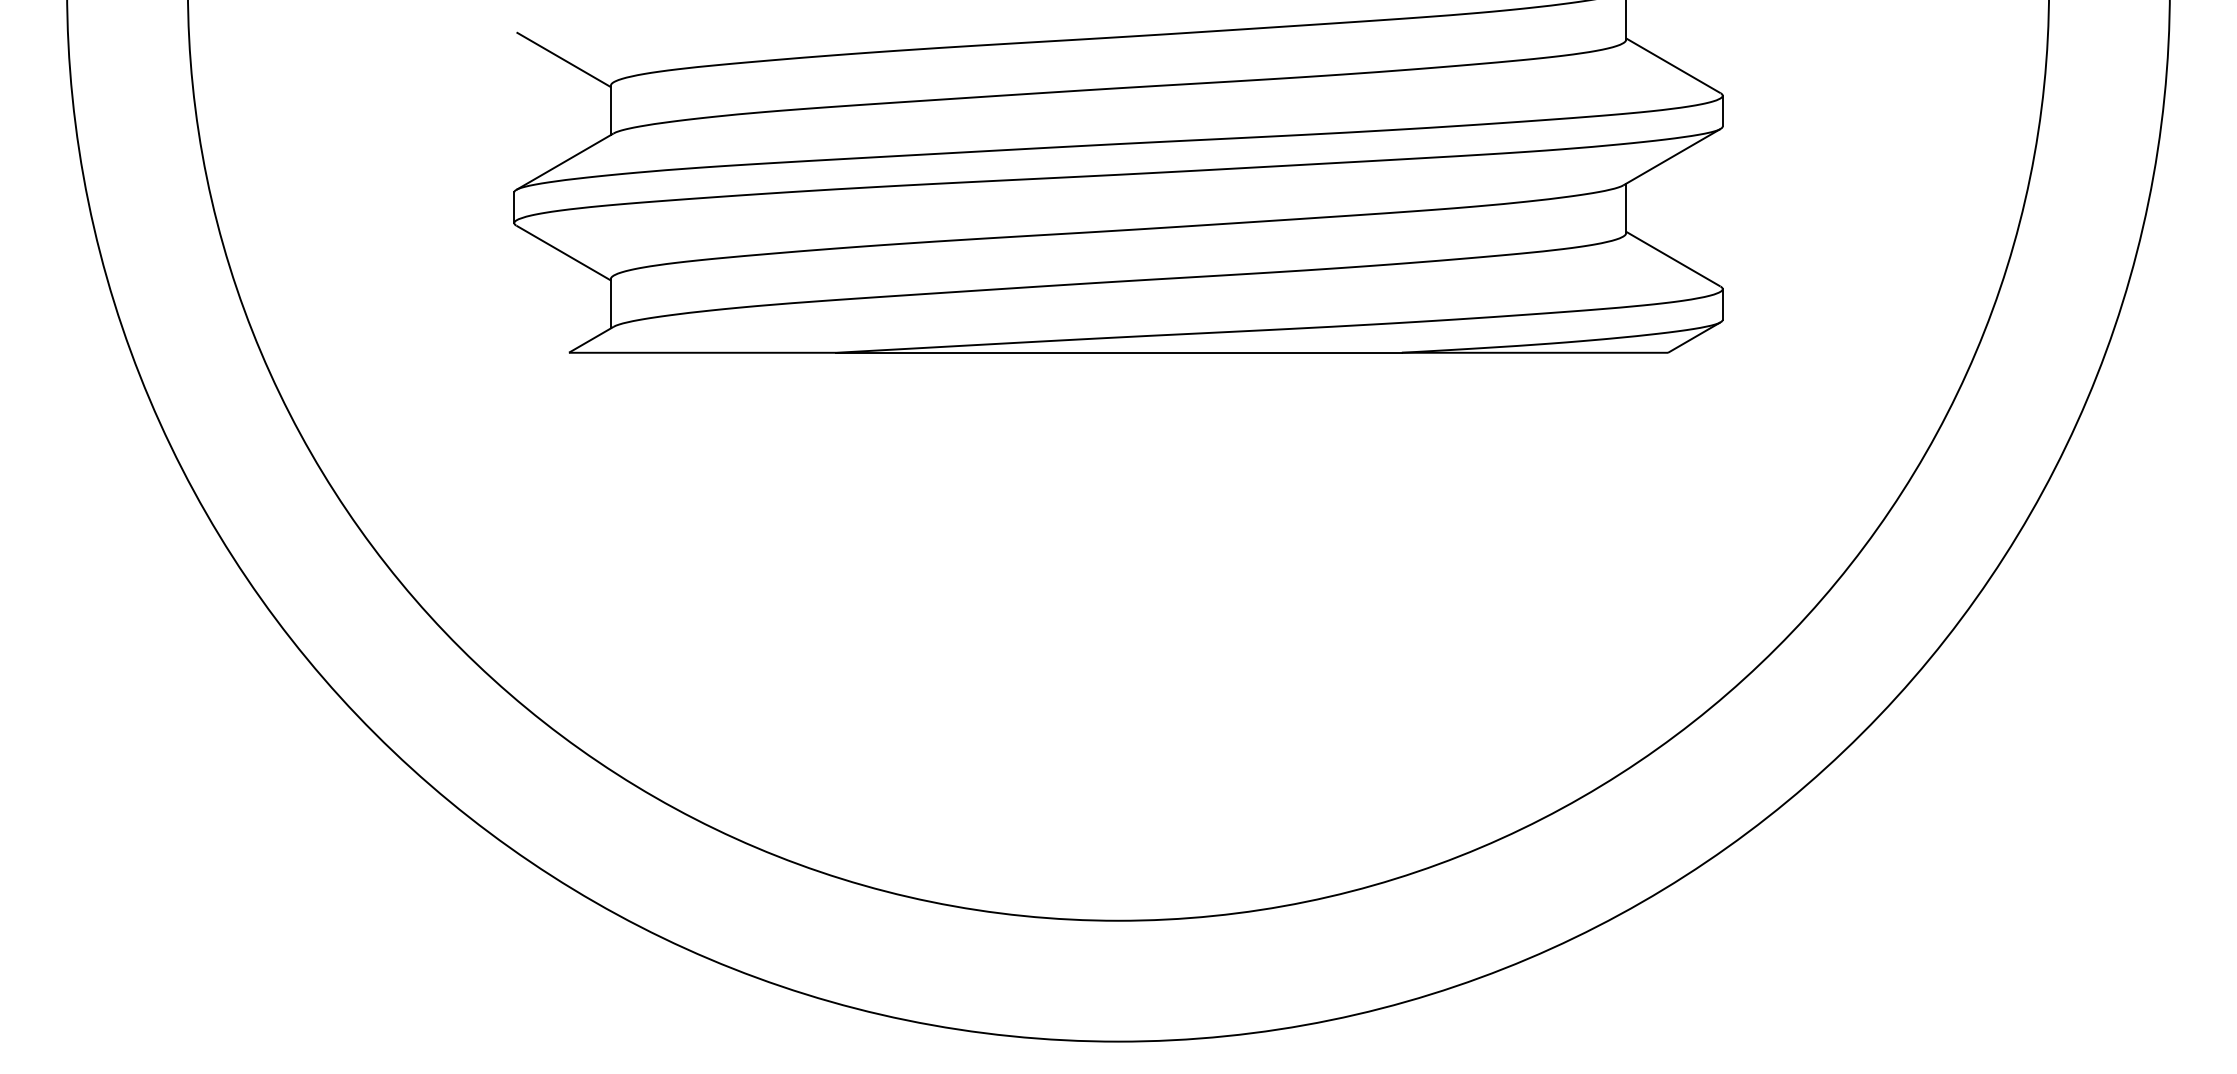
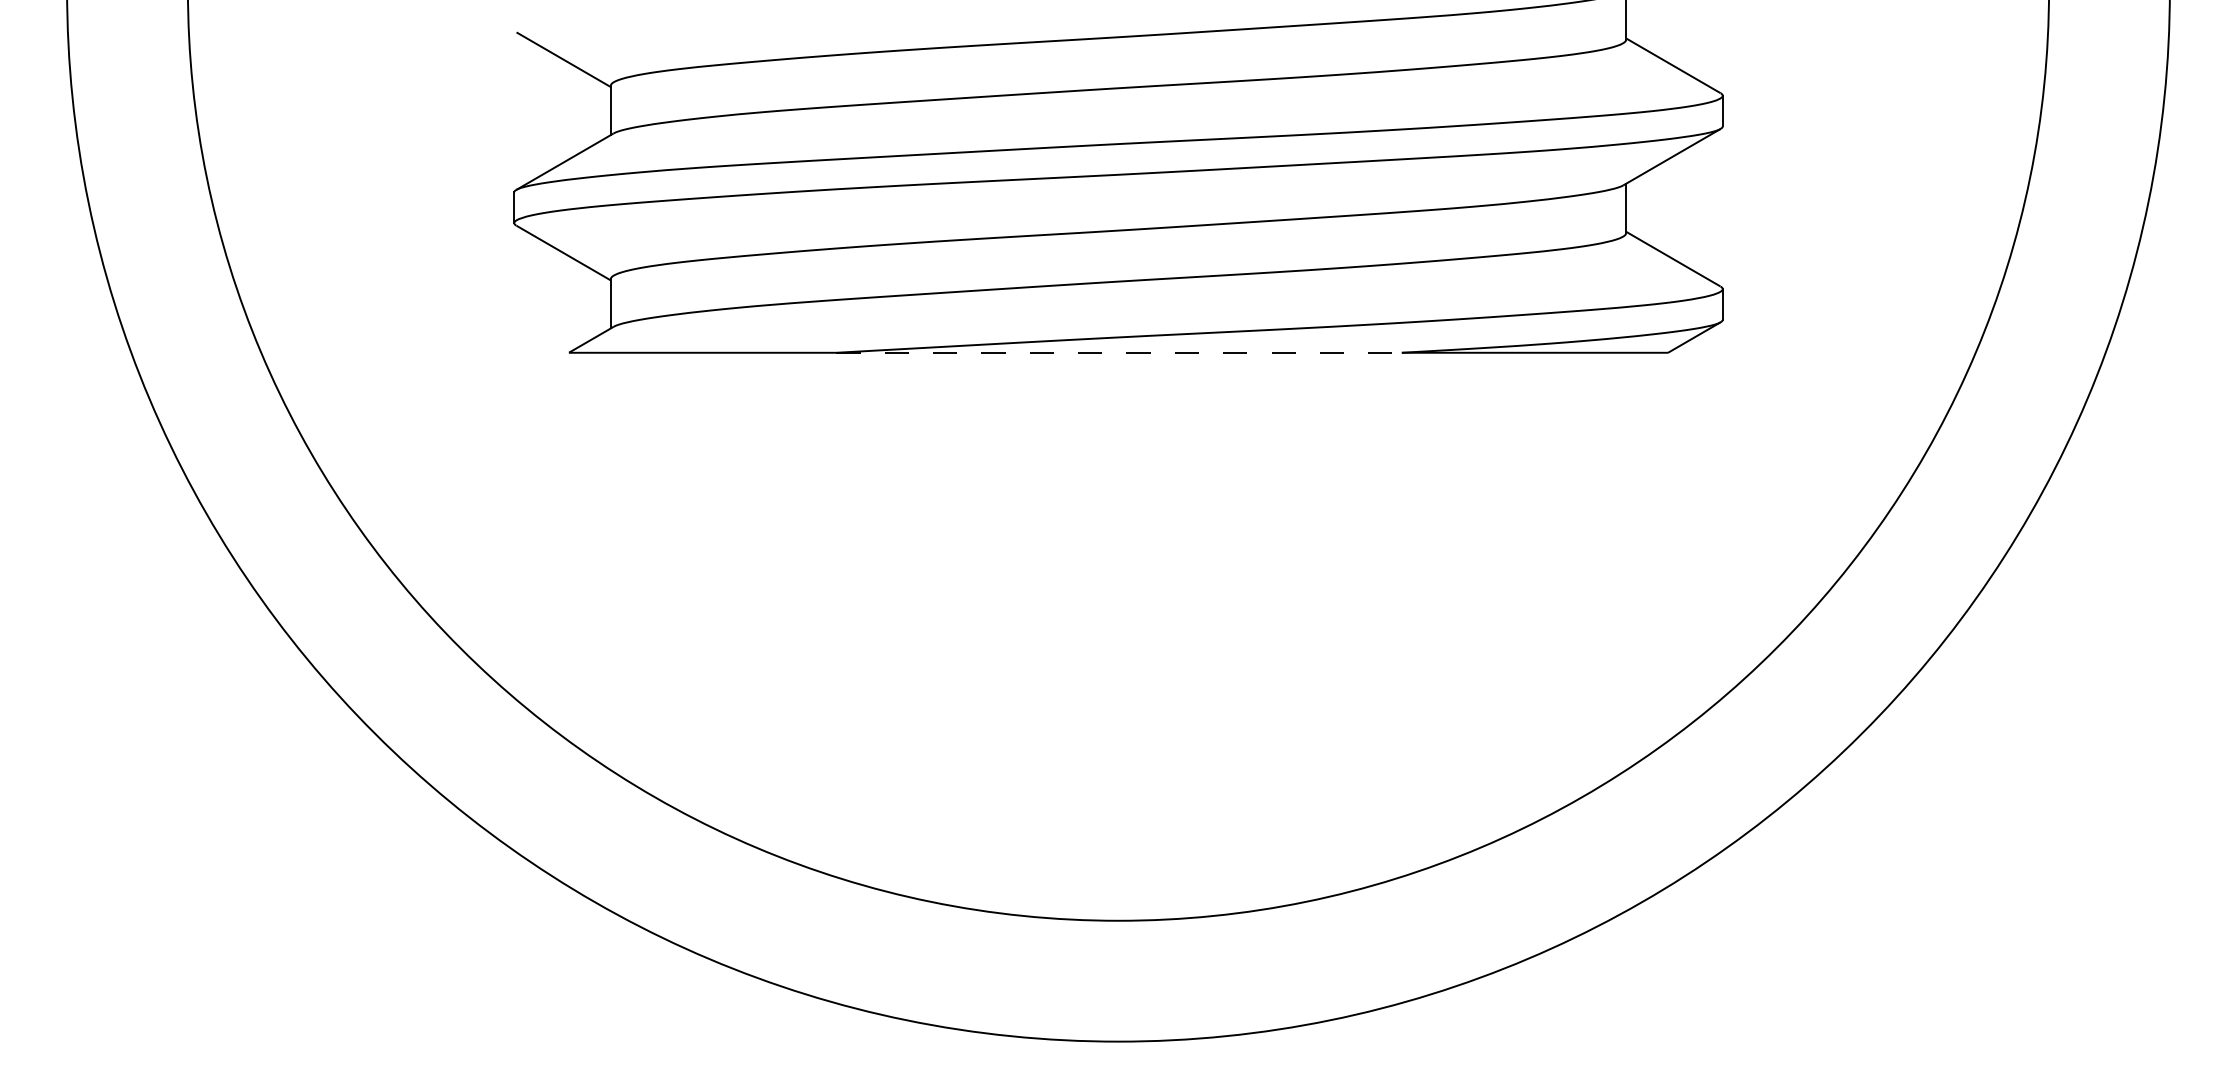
line at (1119, 352): solid -> dashed
